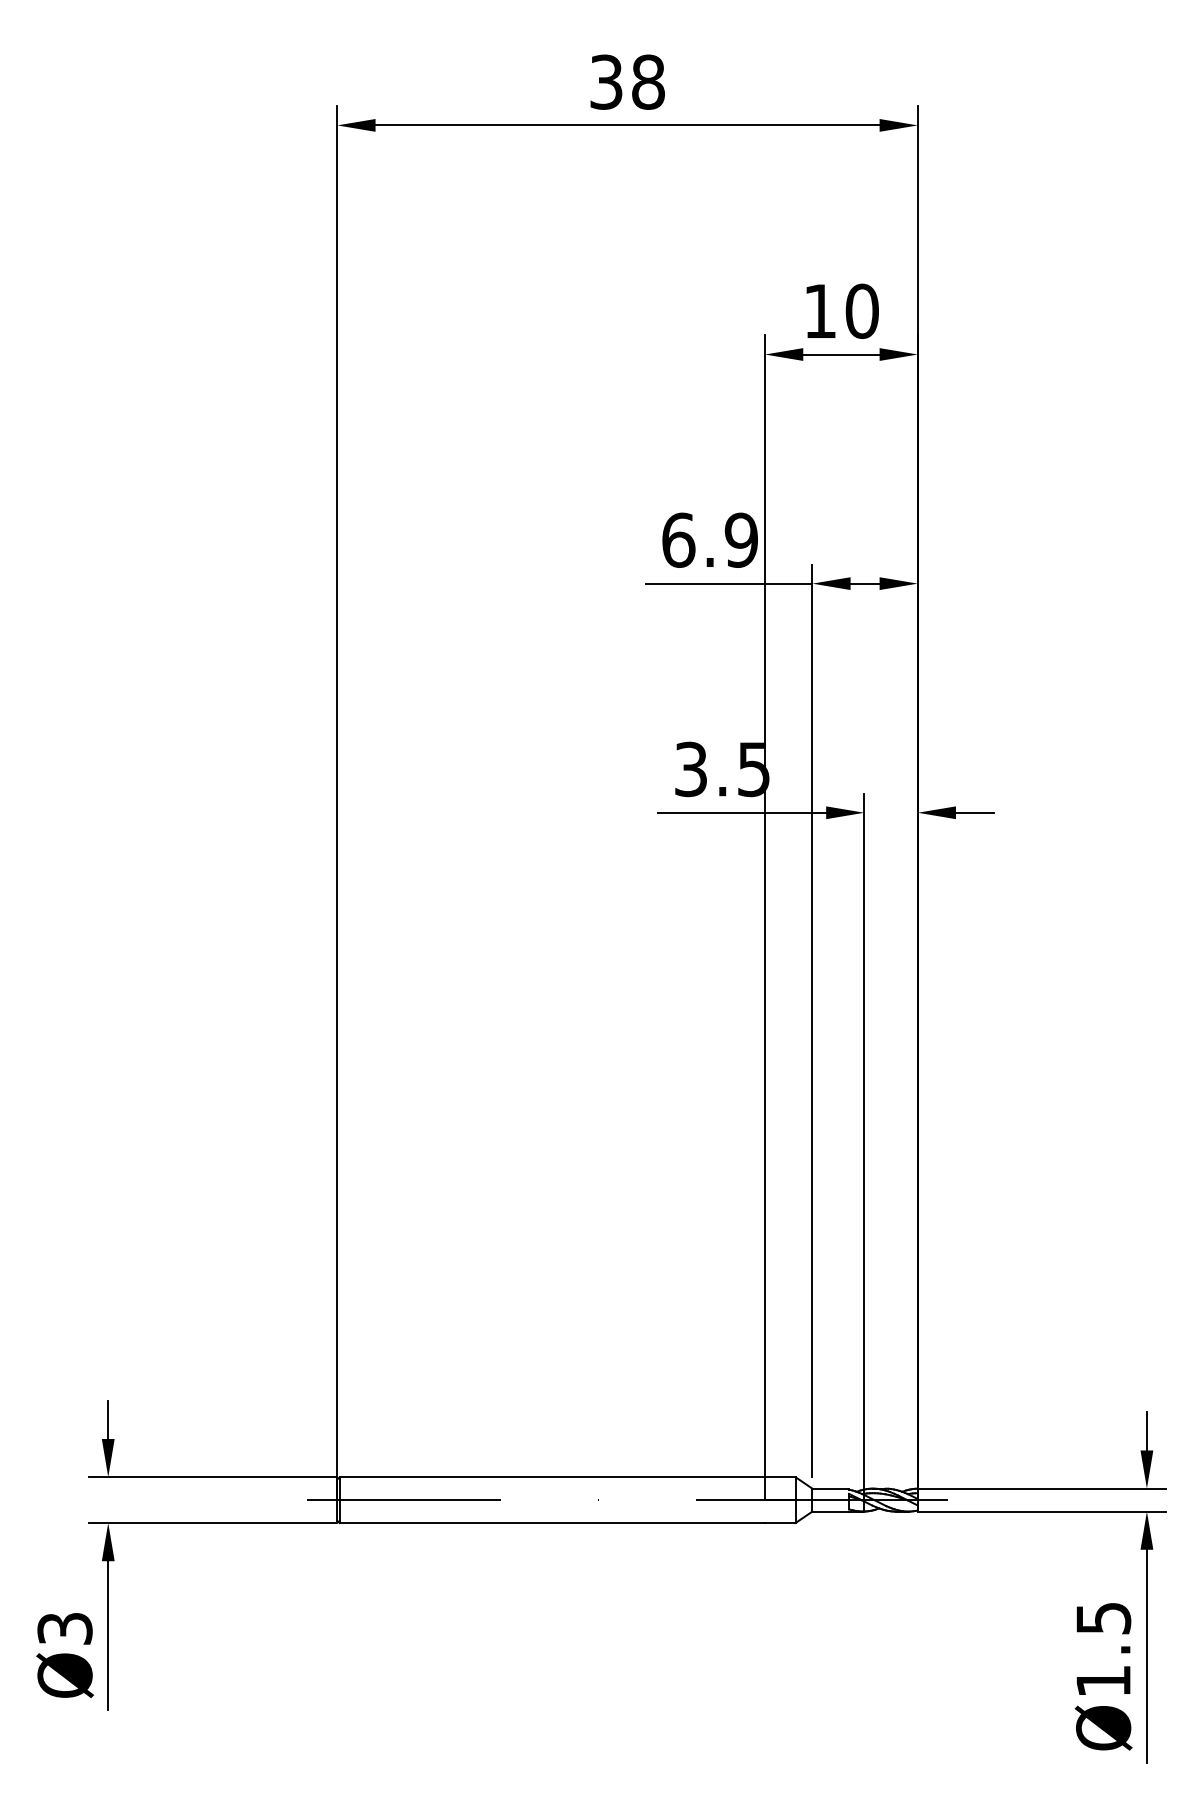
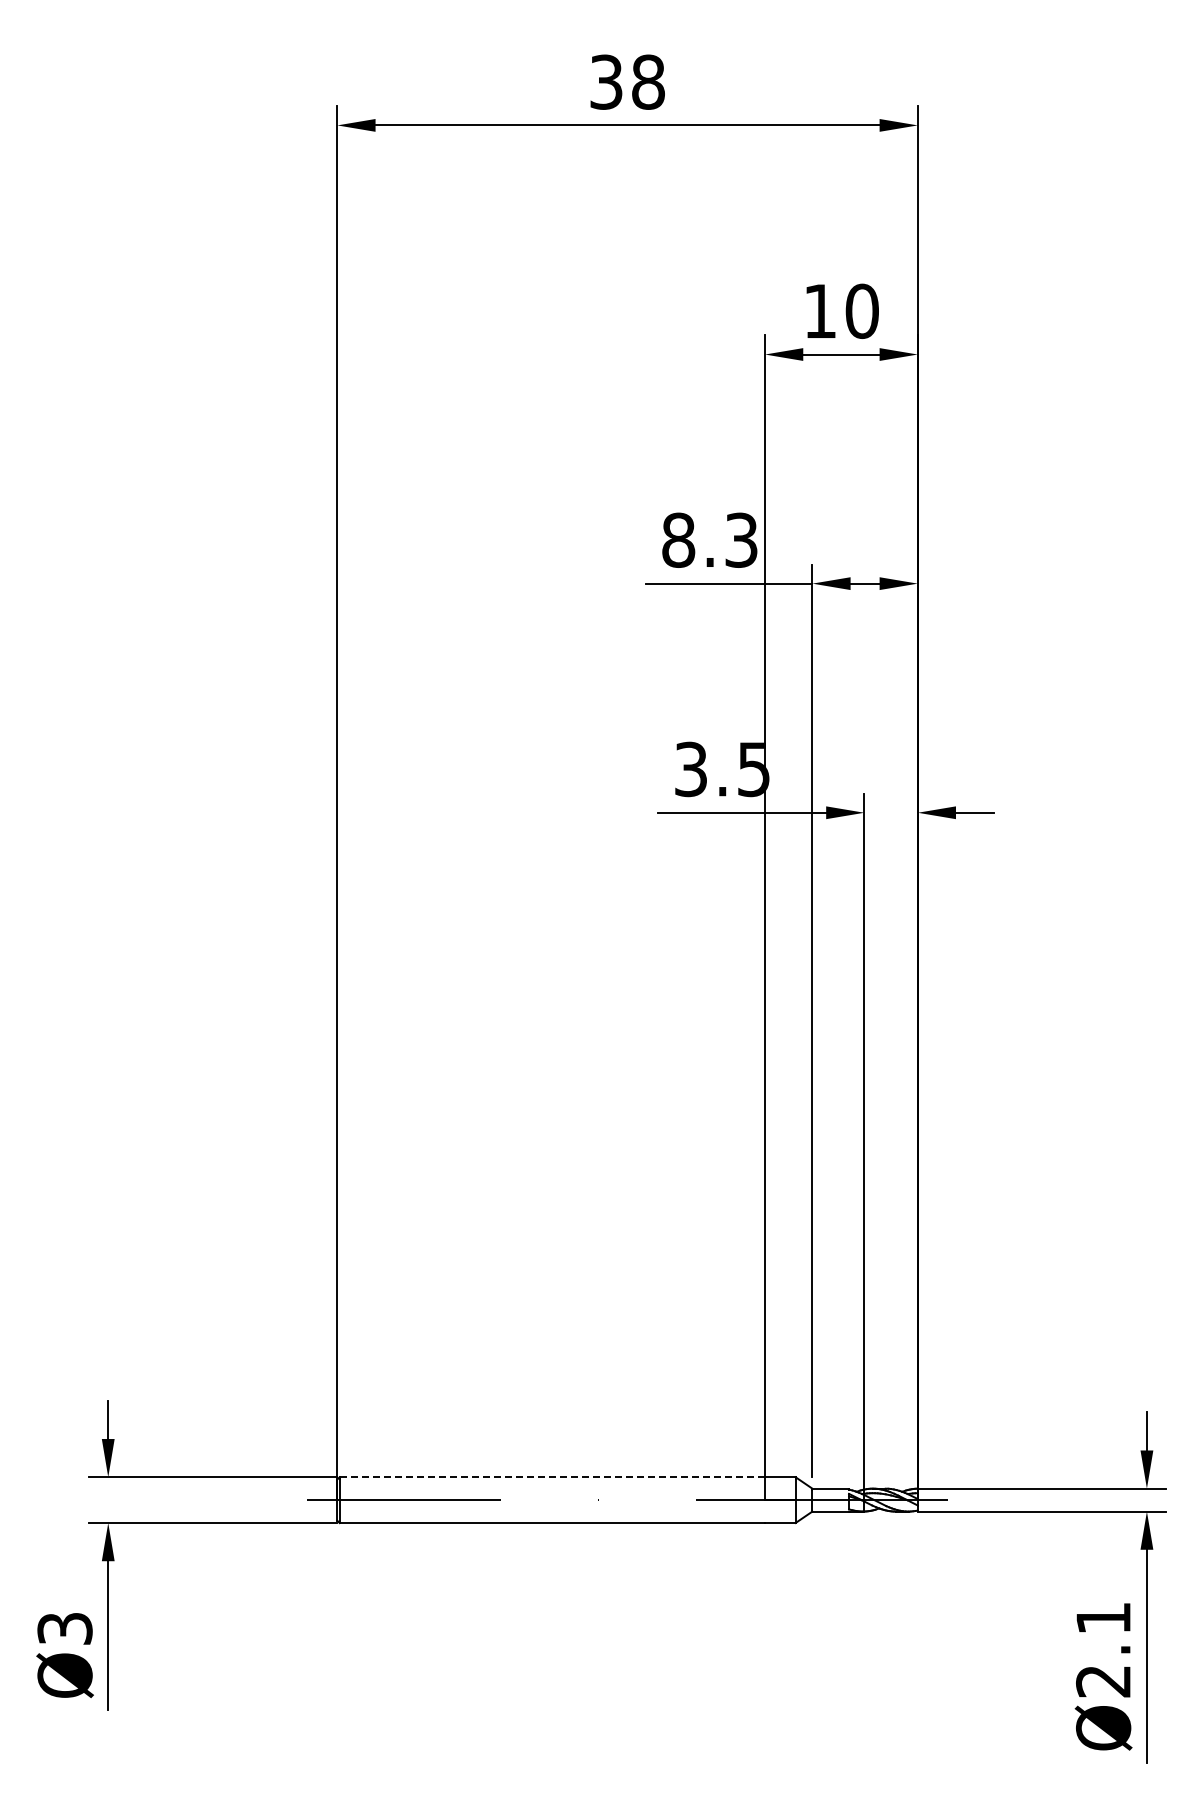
text at (709, 539): 6.9 -> 8.3
line at (552, 1477): solid -> dashed
text at (1103, 1650): Ø1.5 -> Ø2.1
